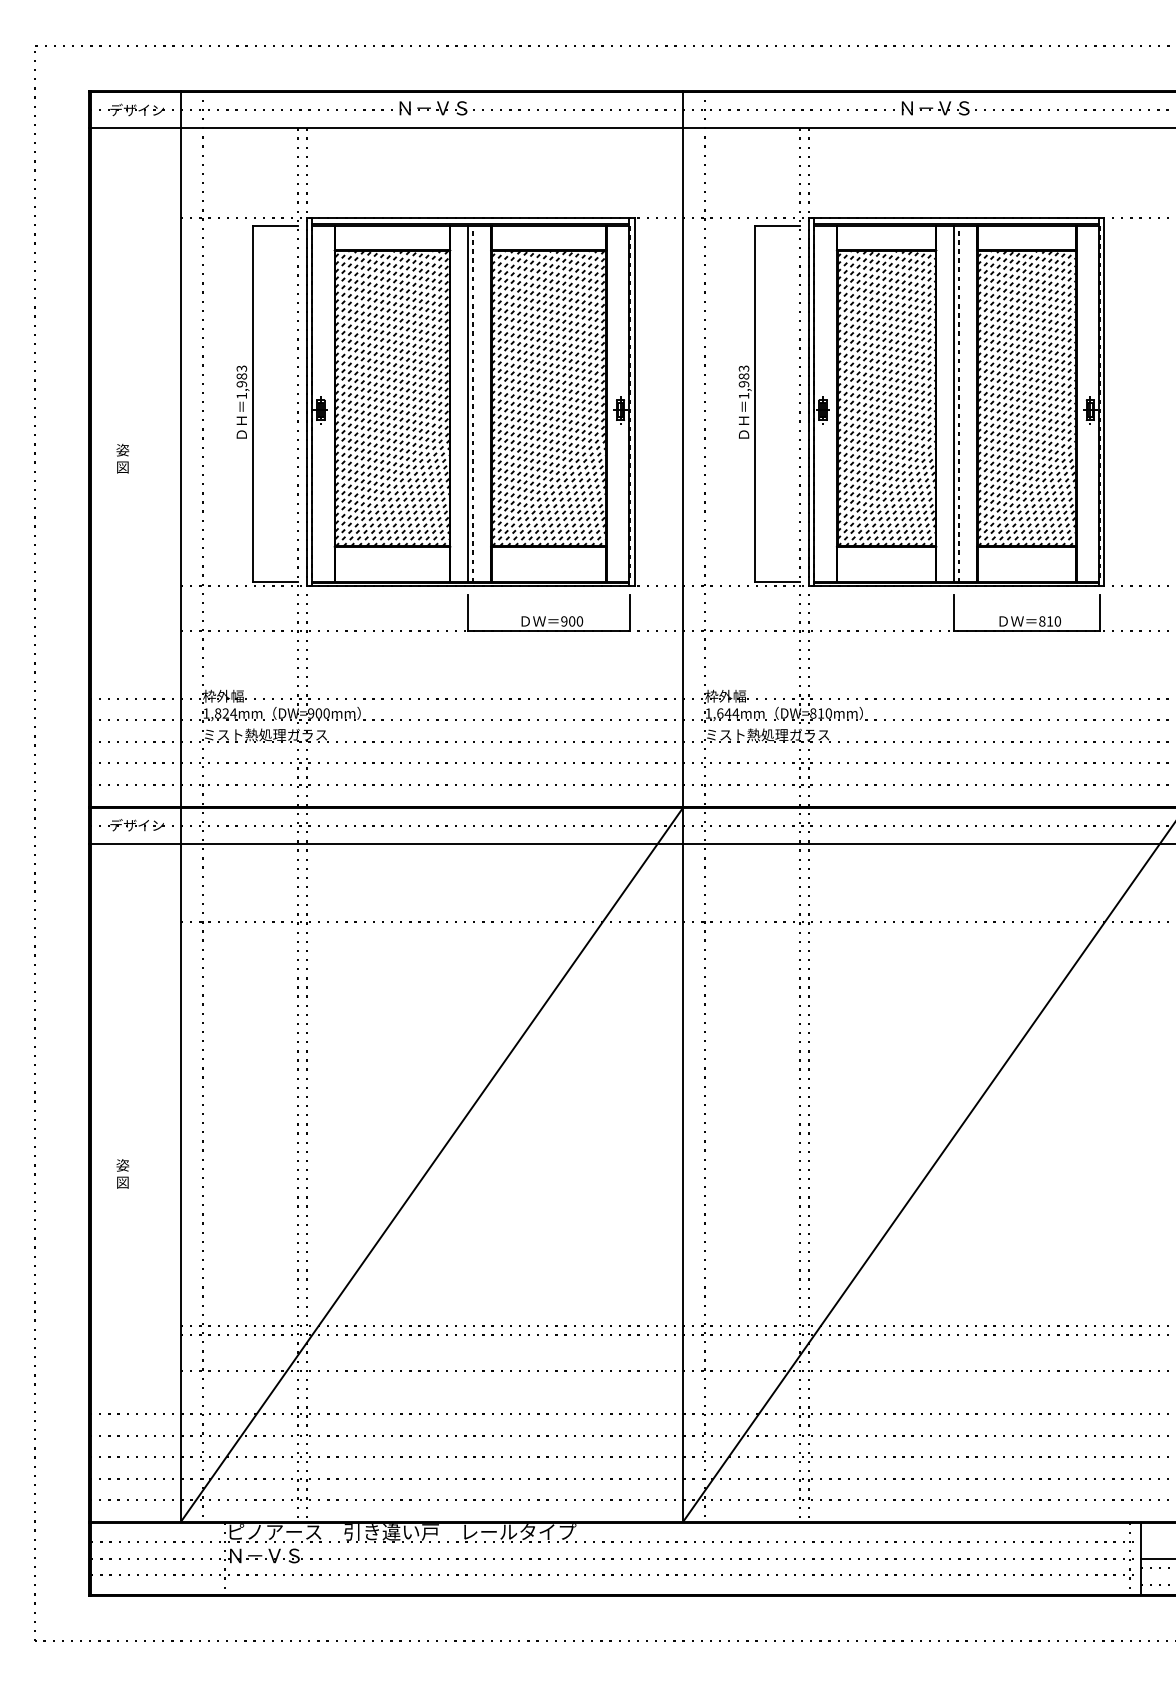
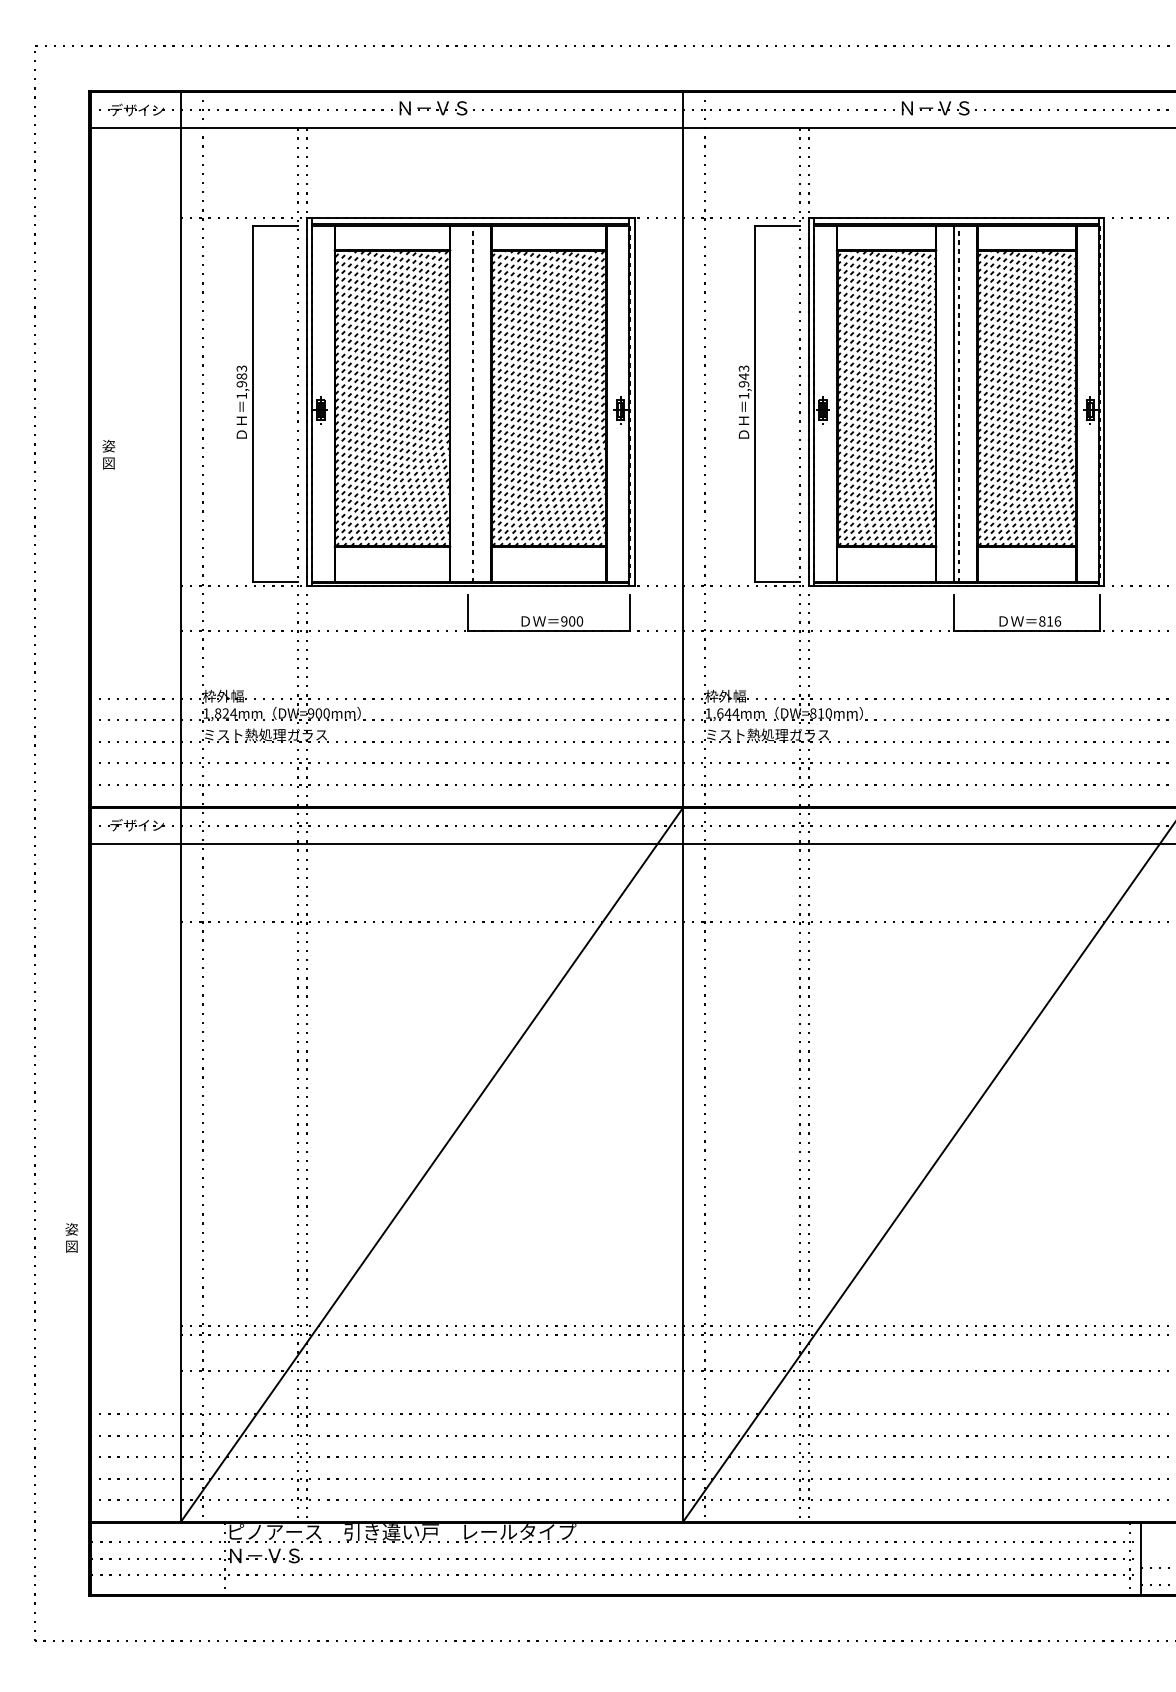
text at (743, 376): 1,983 -> 1,943
line at (467, 404): present -> none
text at (122, 458) position: (122, 458) -> (108, 454)
text at (1057, 621): 810 -> 816
text at (122, 1173) position: (122, 1173) -> (71, 1237)
line at (1156, 1558): present -> none
